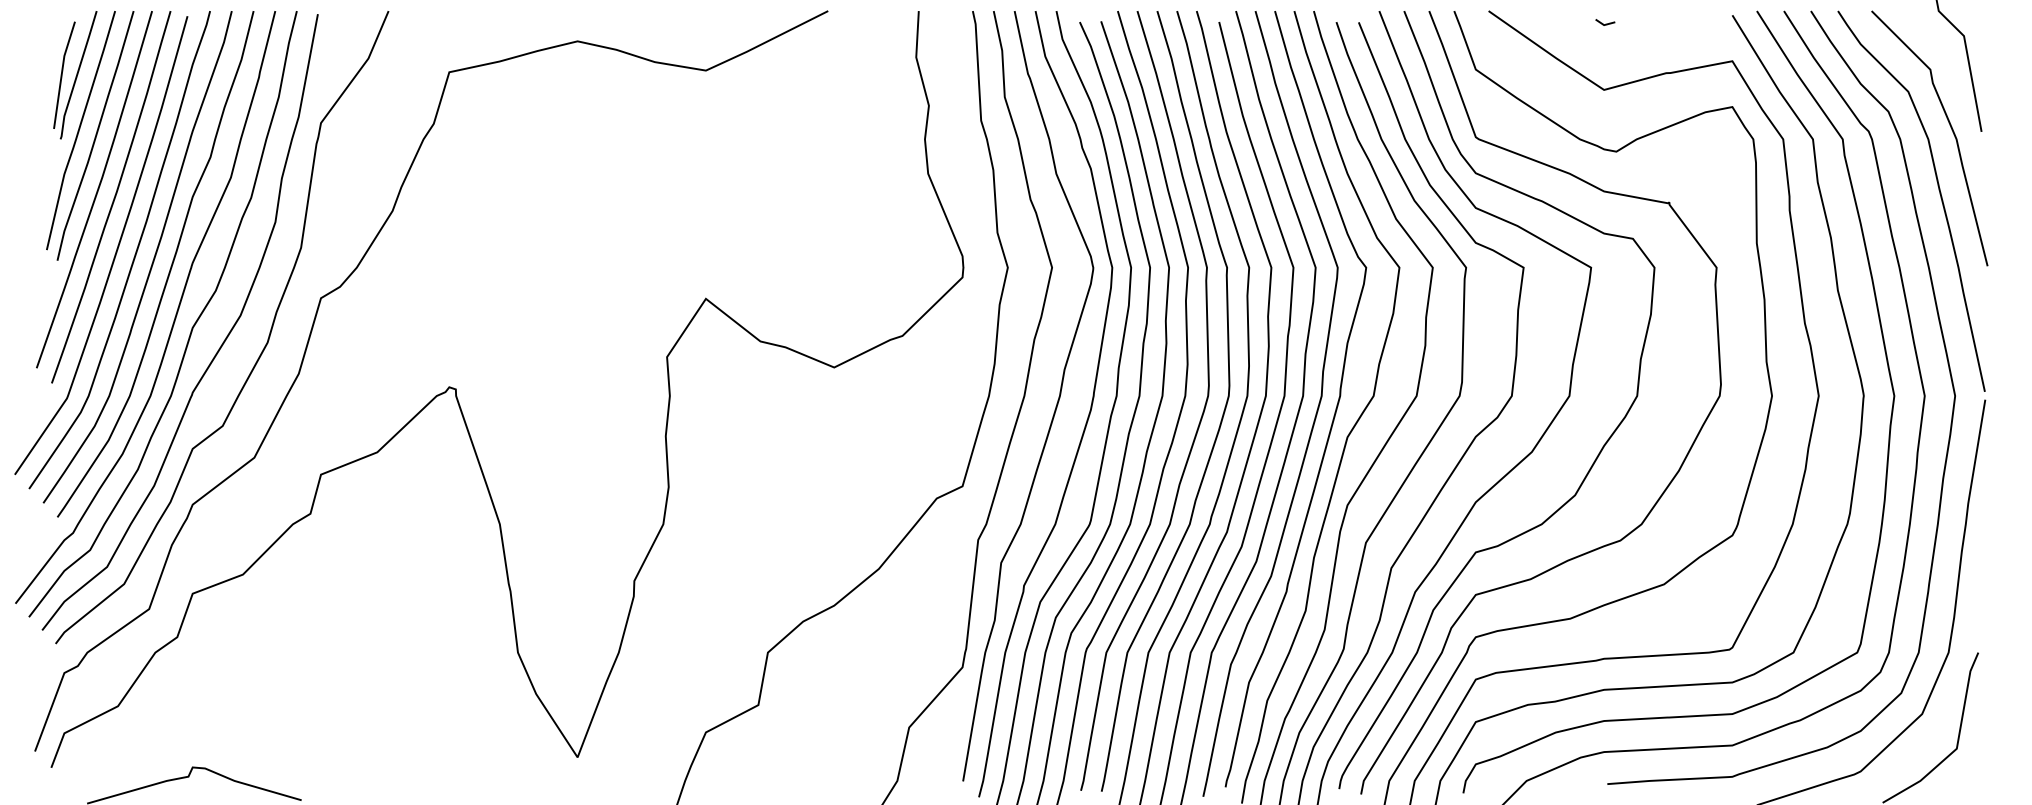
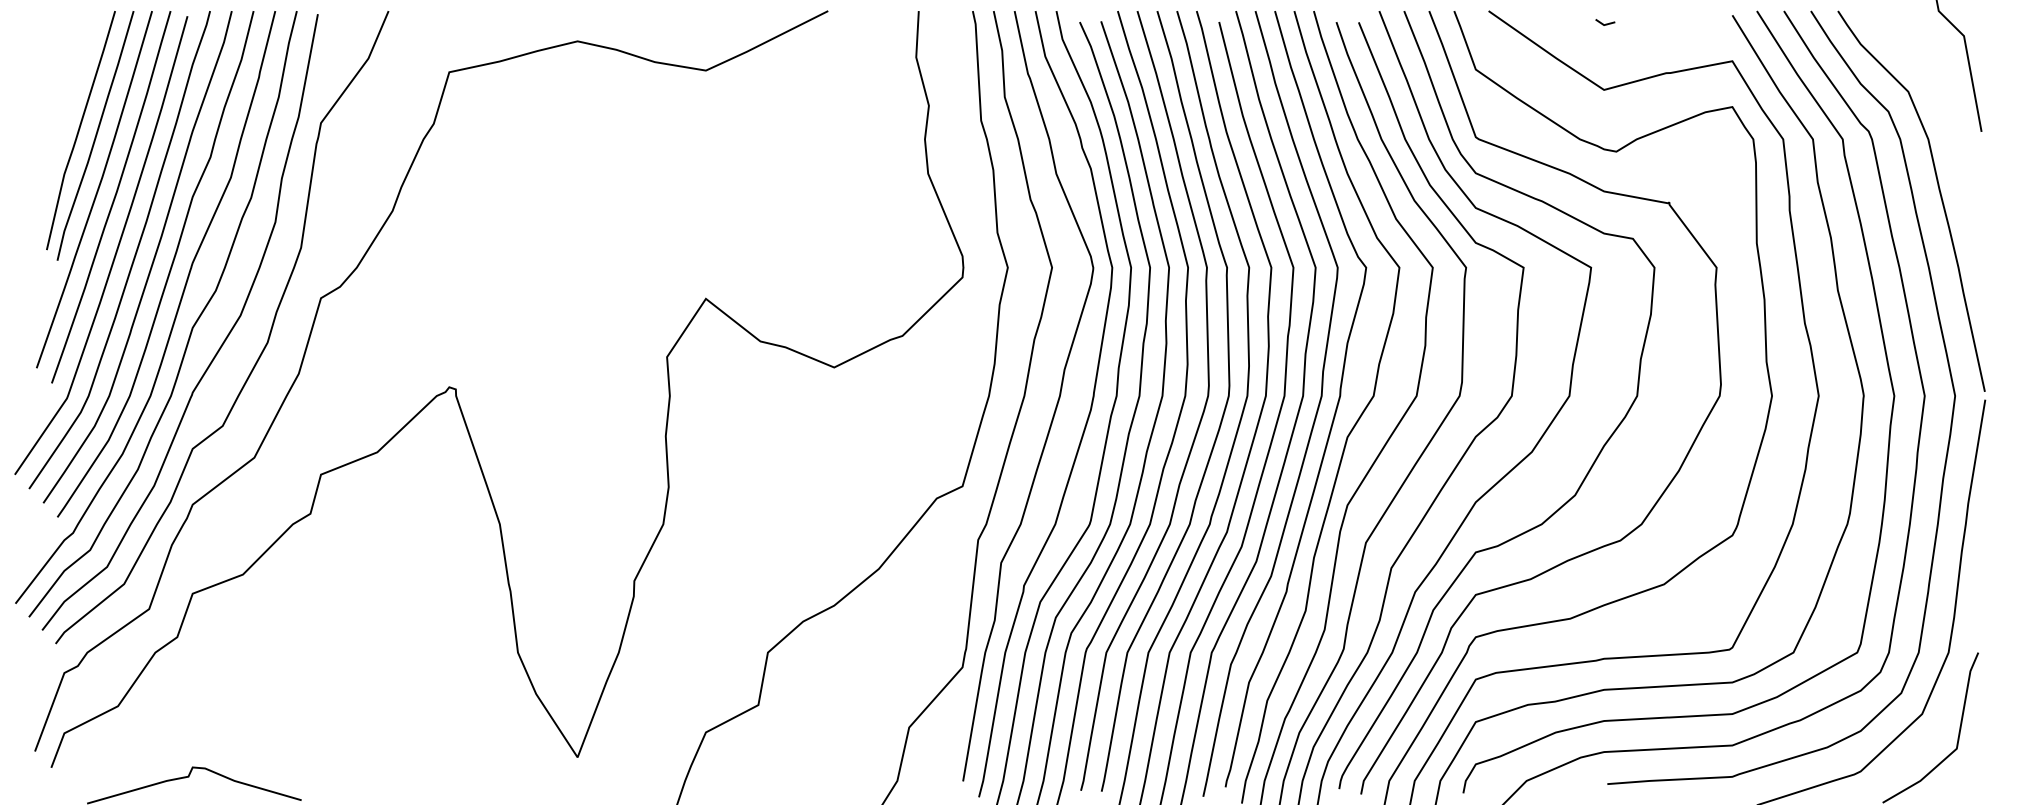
part at (75, 75): present -> none
curve at (1951, 130): present -> none
